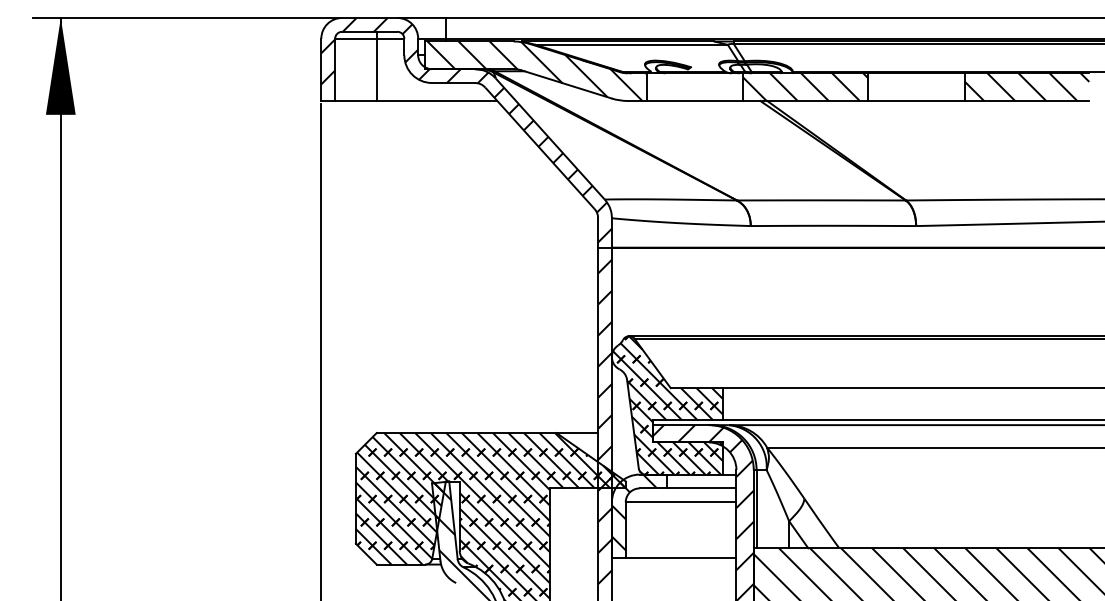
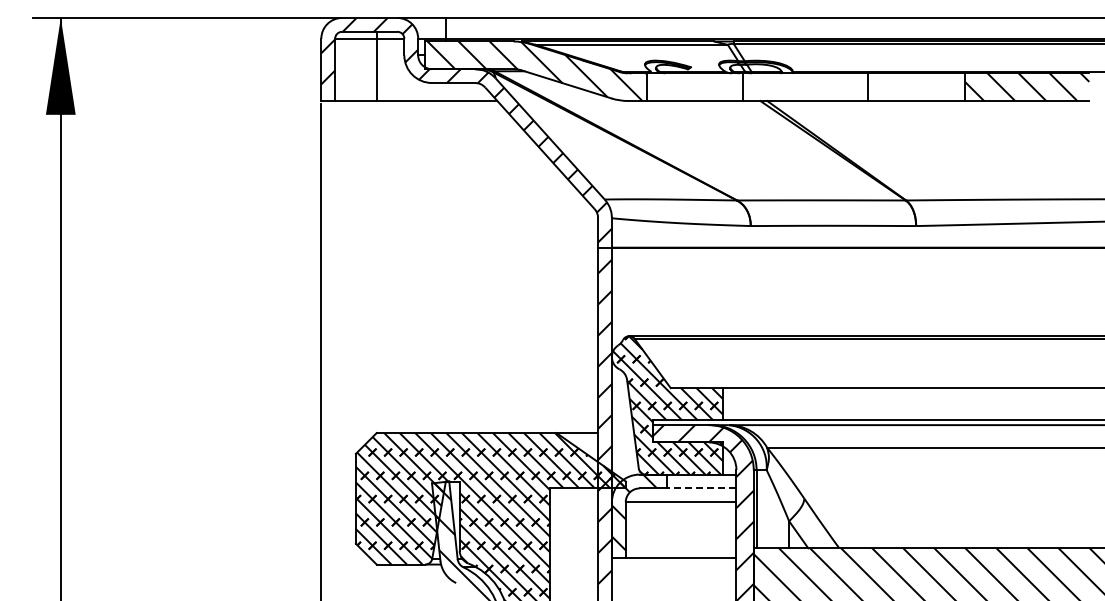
hatch at (805, 87): present -> none
line at (701, 488): solid -> dashed
